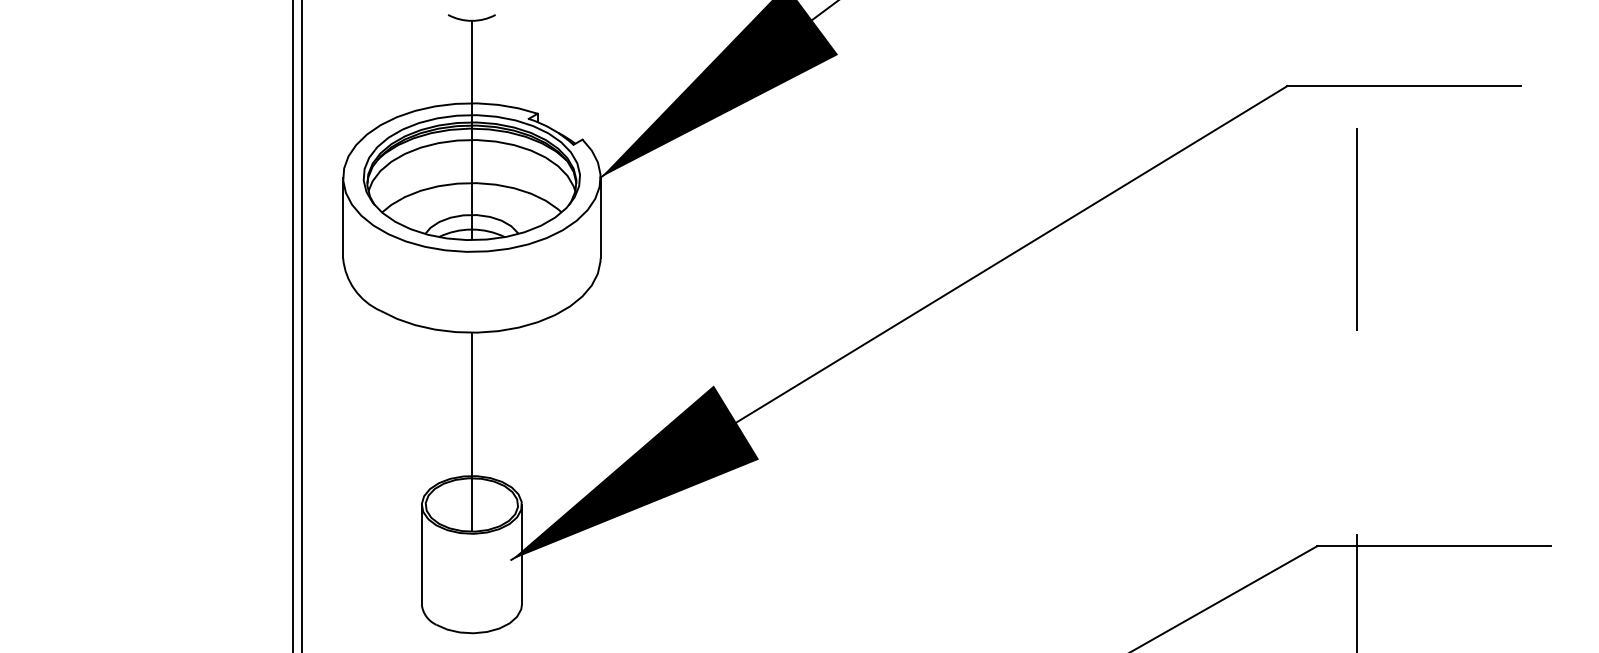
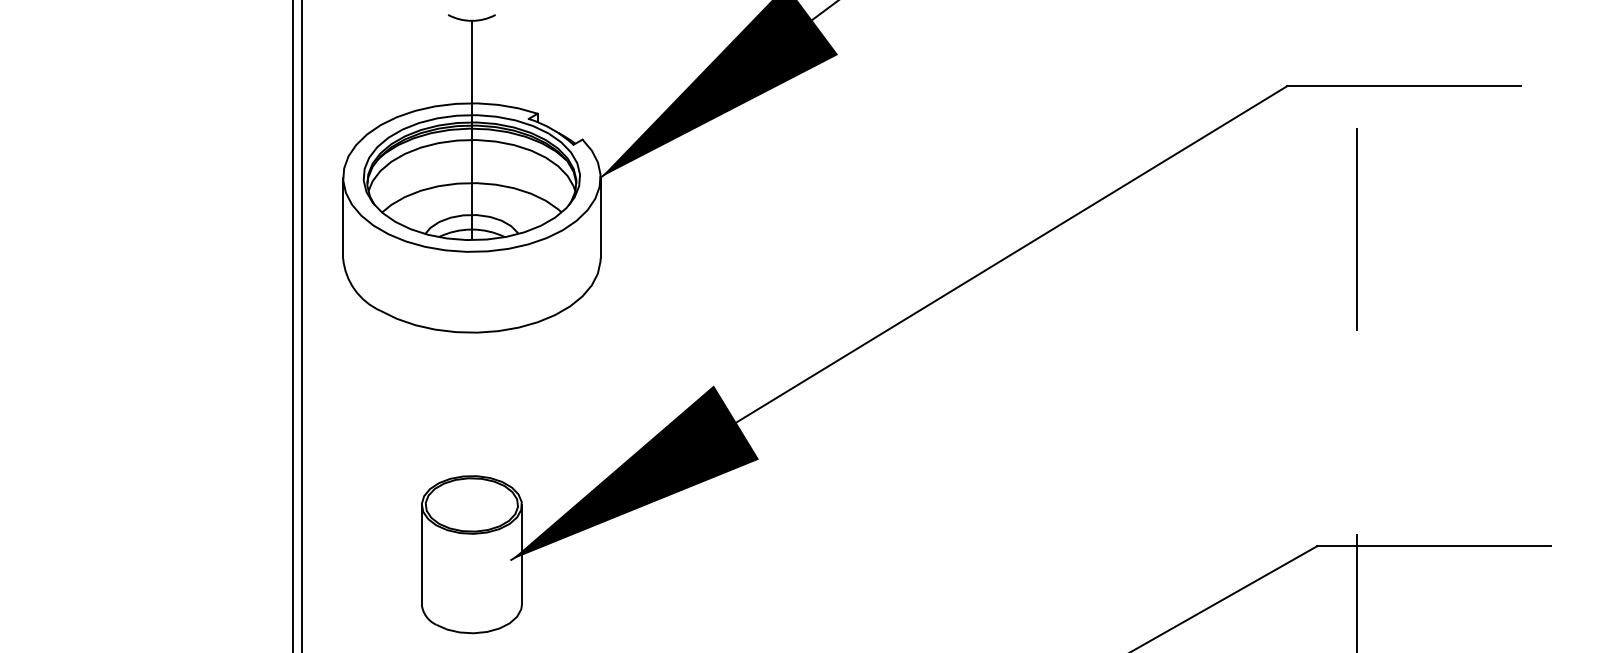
line at (471, 431): present -> none
